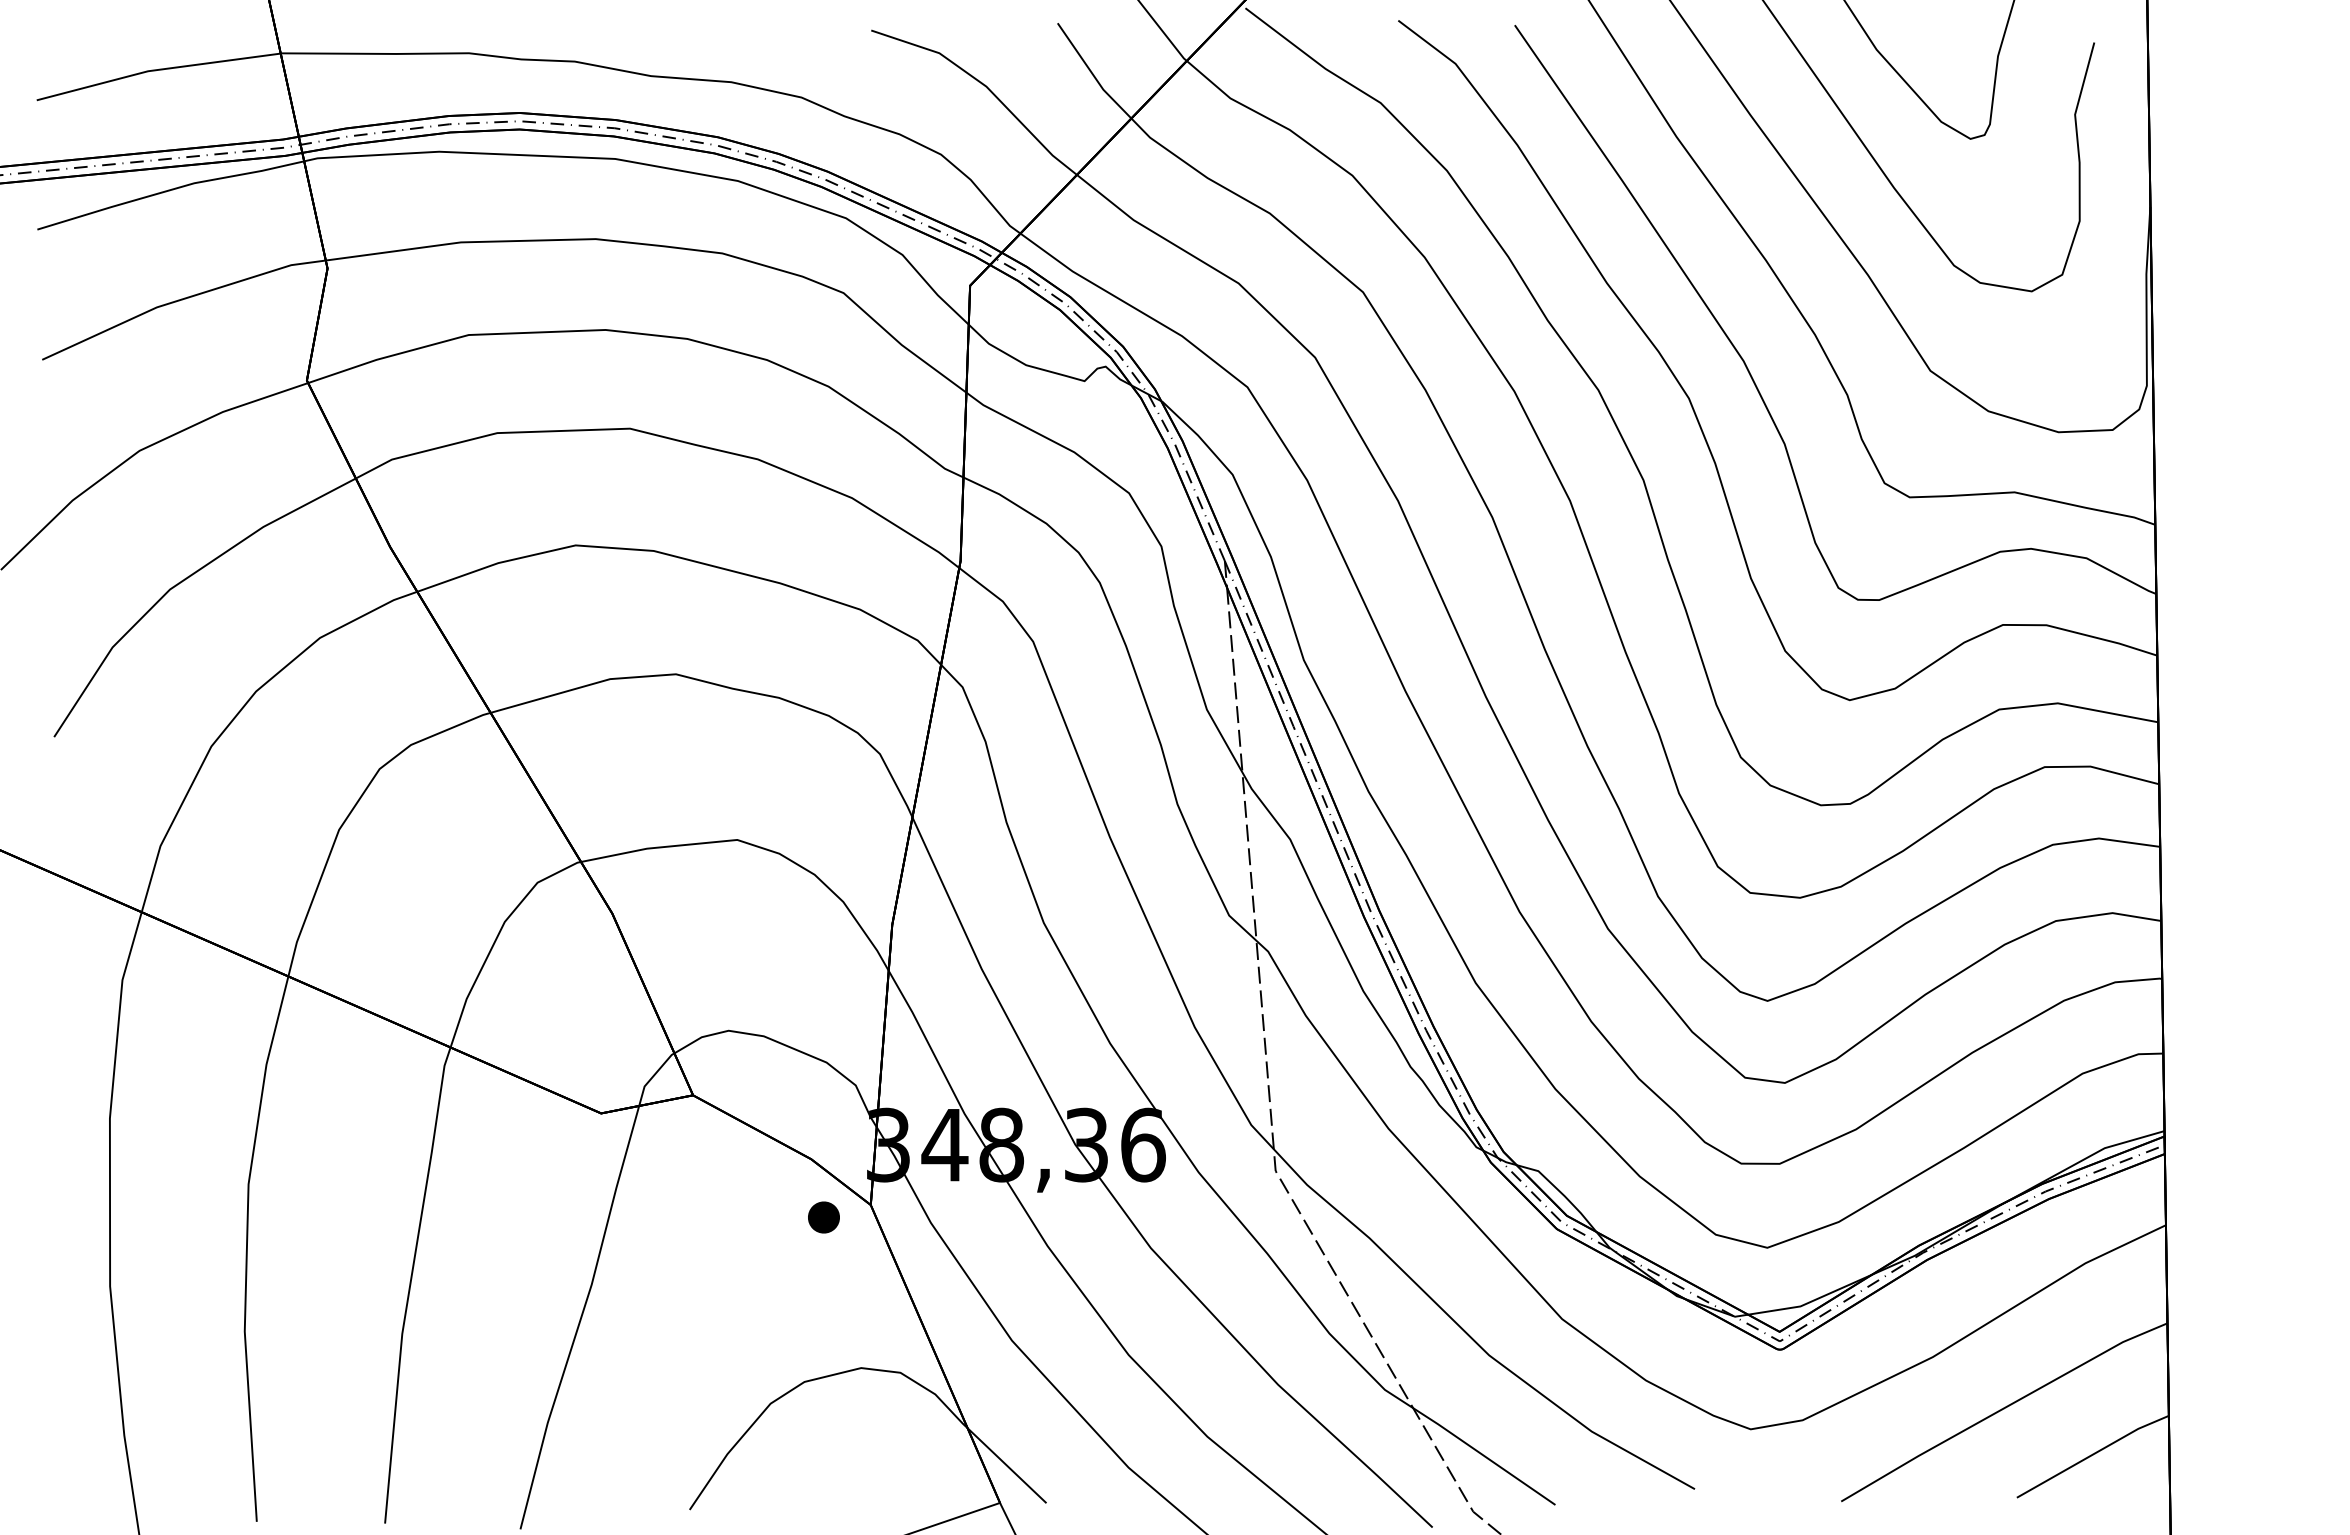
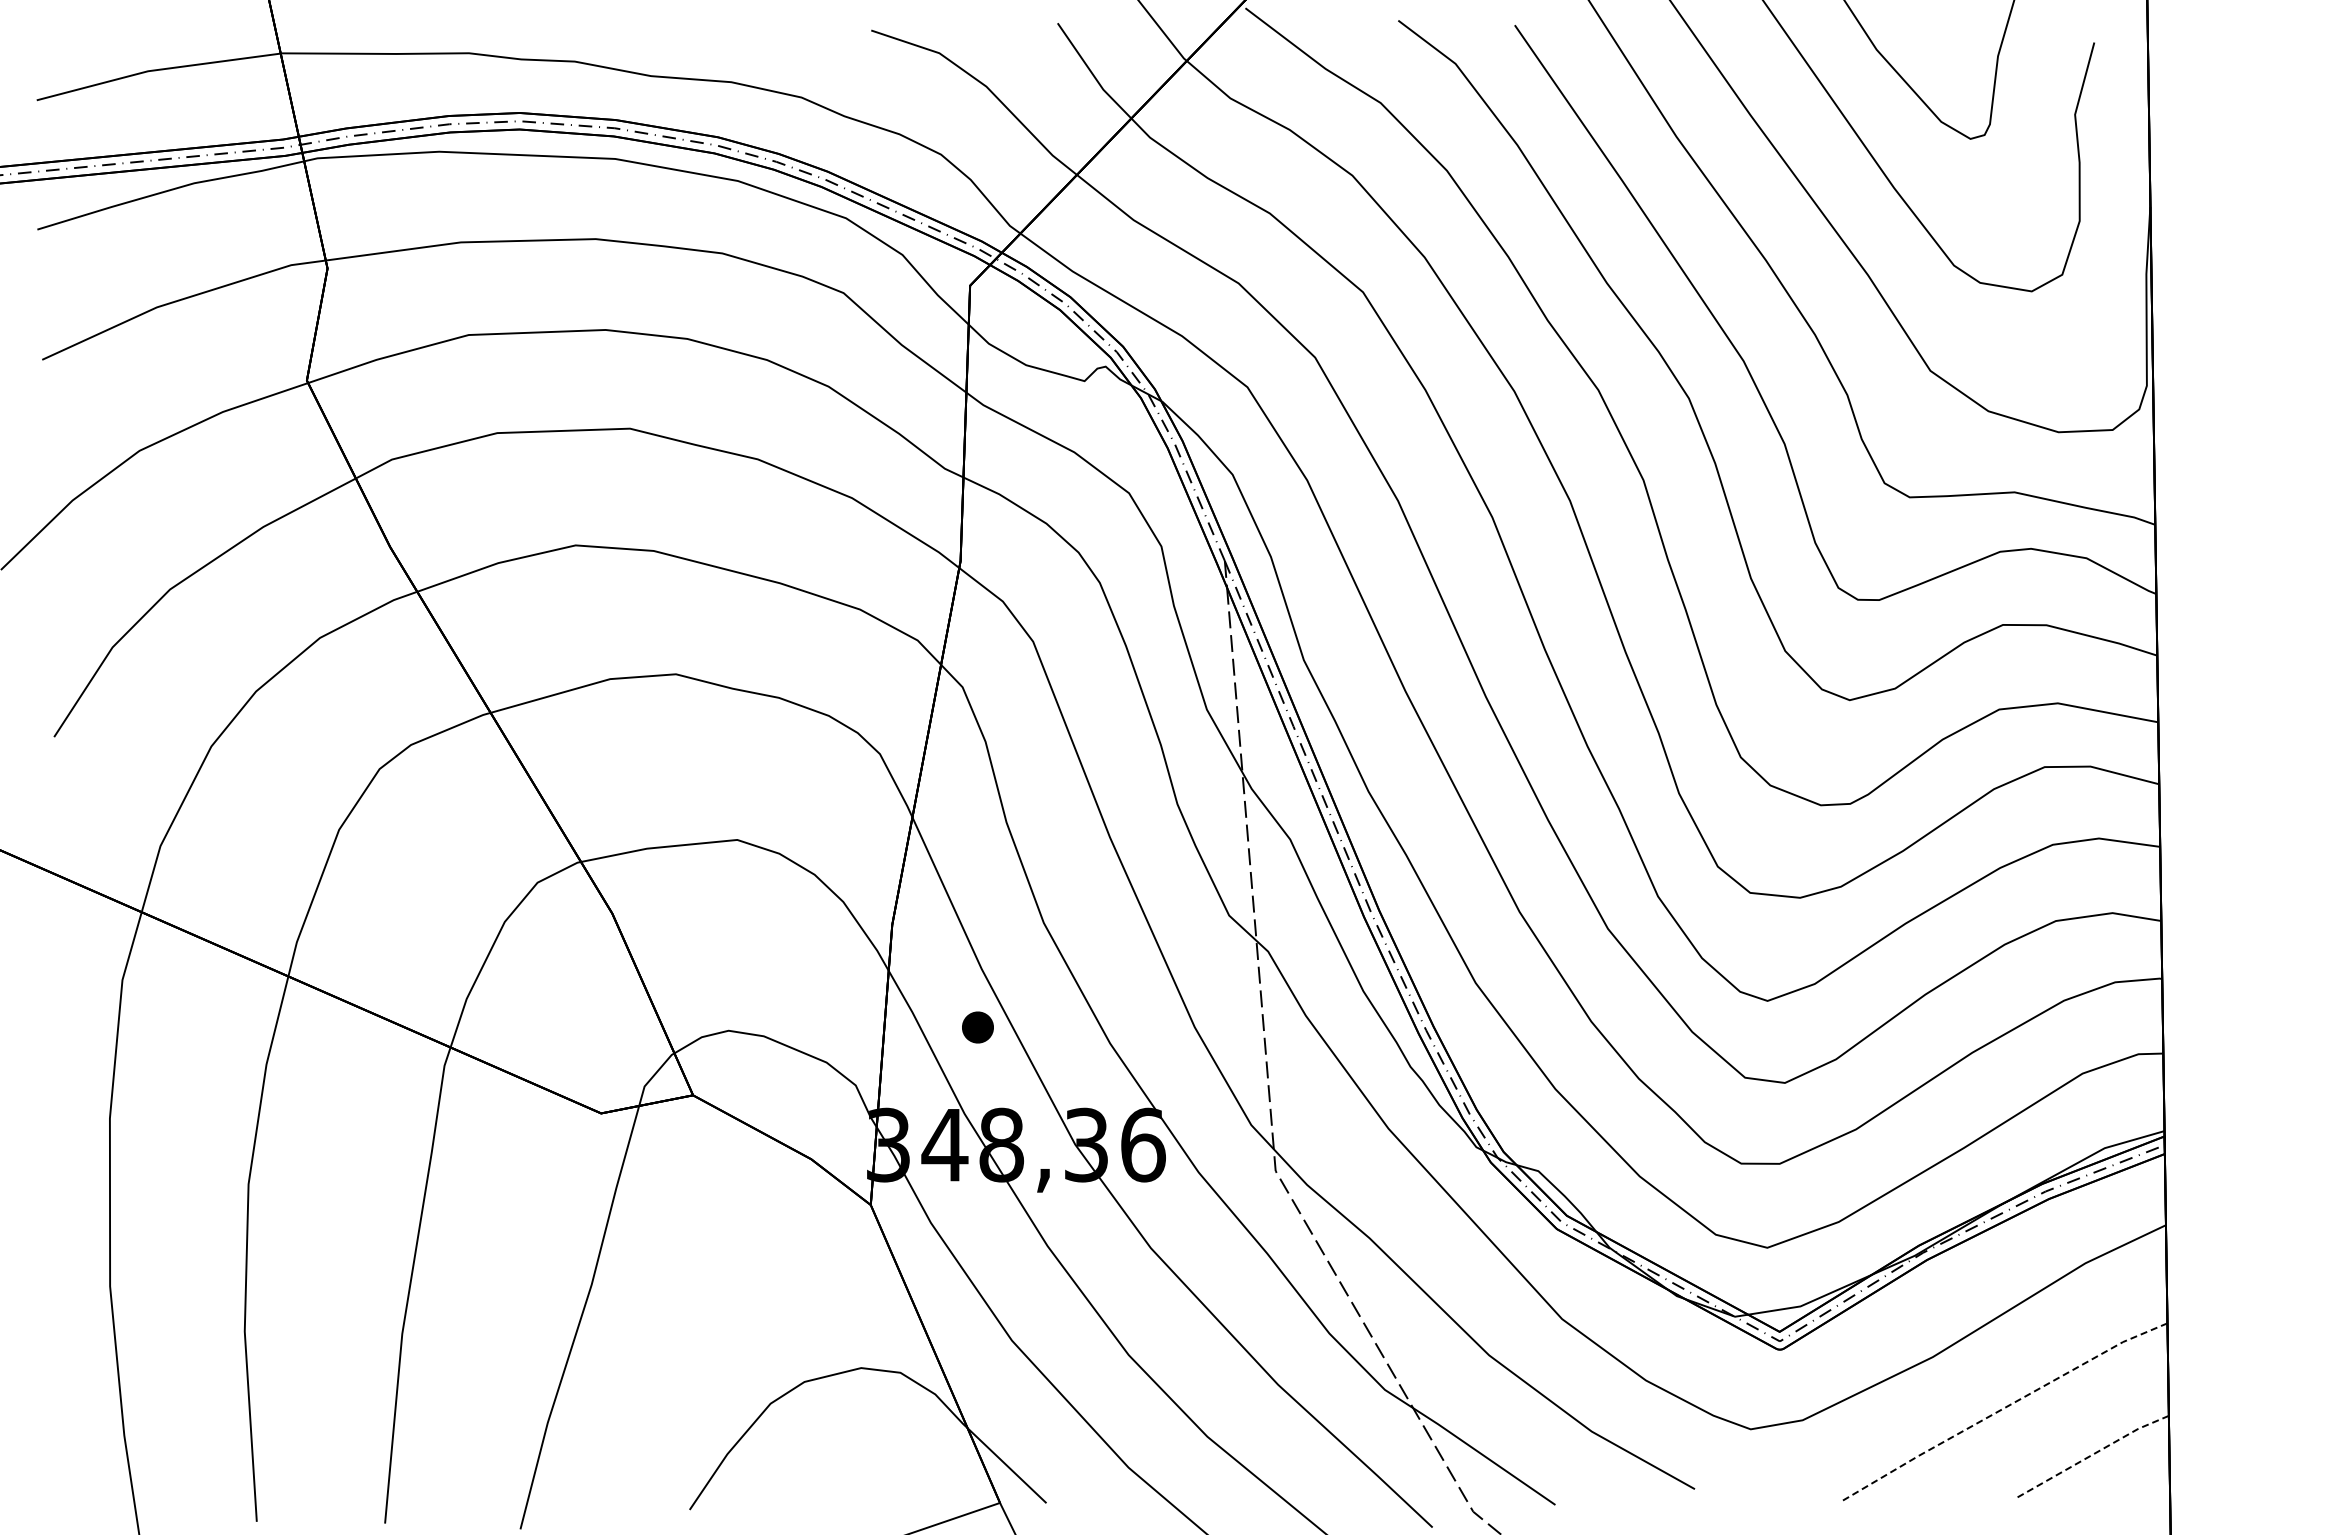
part at (823, 1217) position: (823, 1217) -> (977, 1027)
line at (2002, 1409): solid -> dashed
line at (2092, 1454): solid -> dashed
